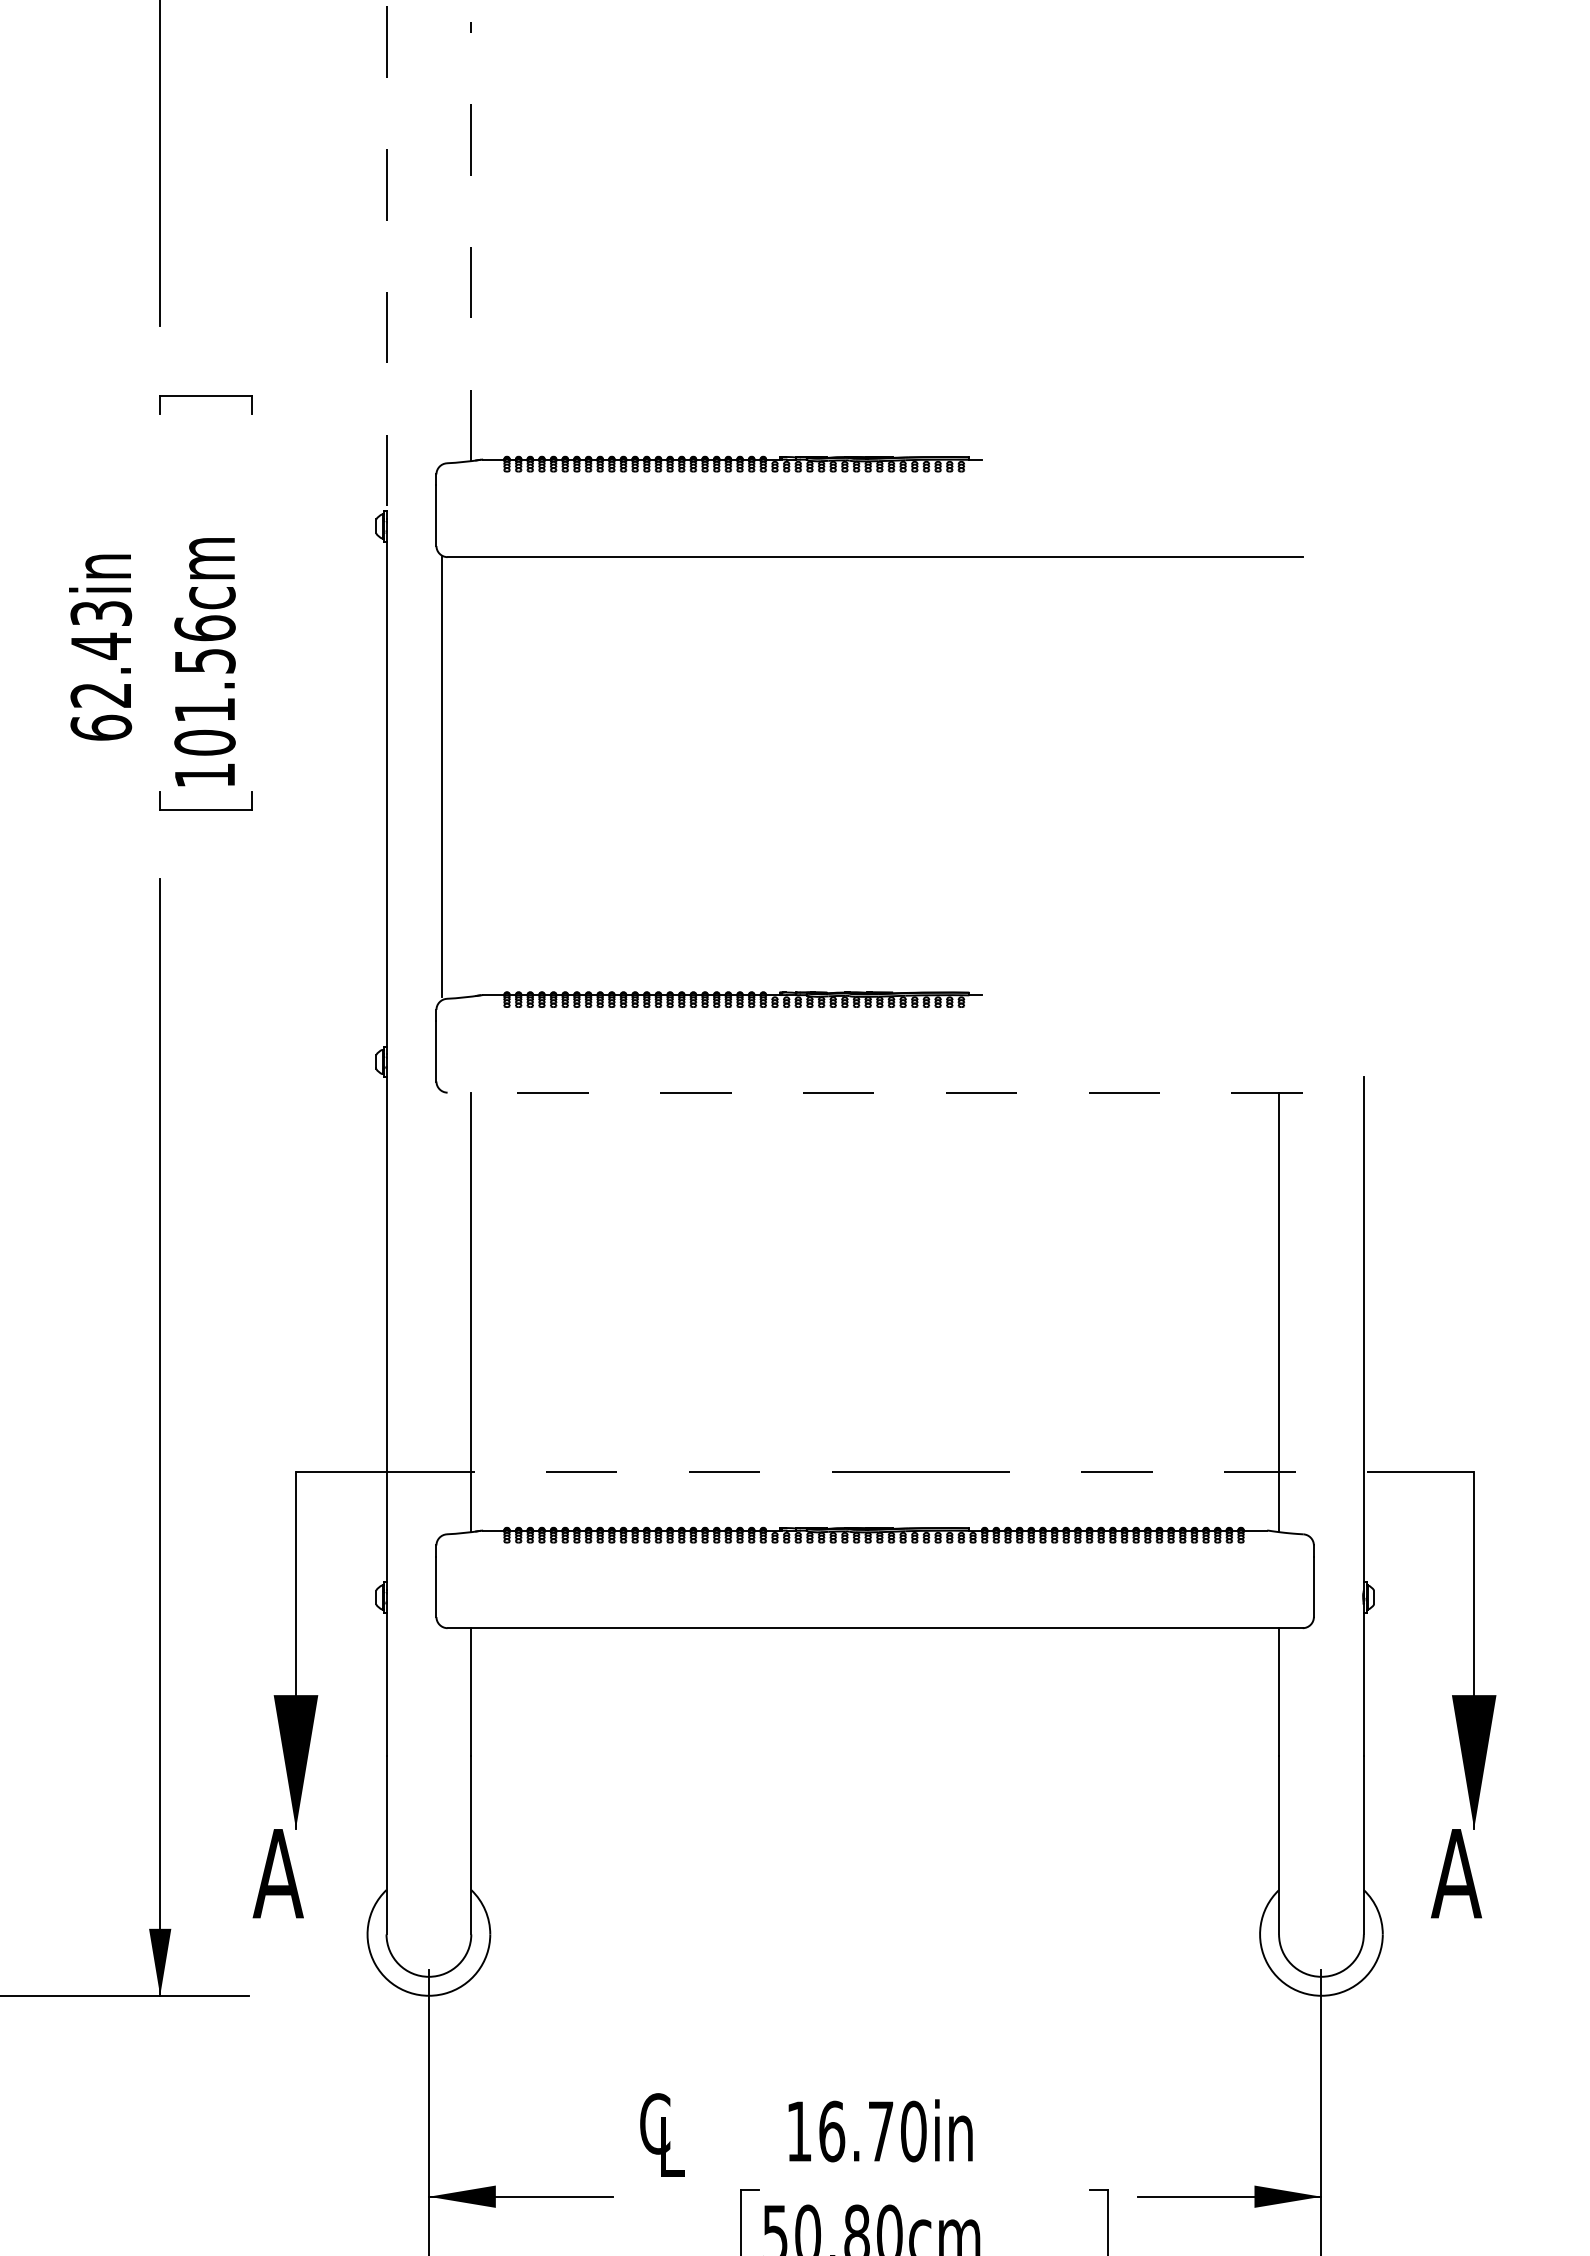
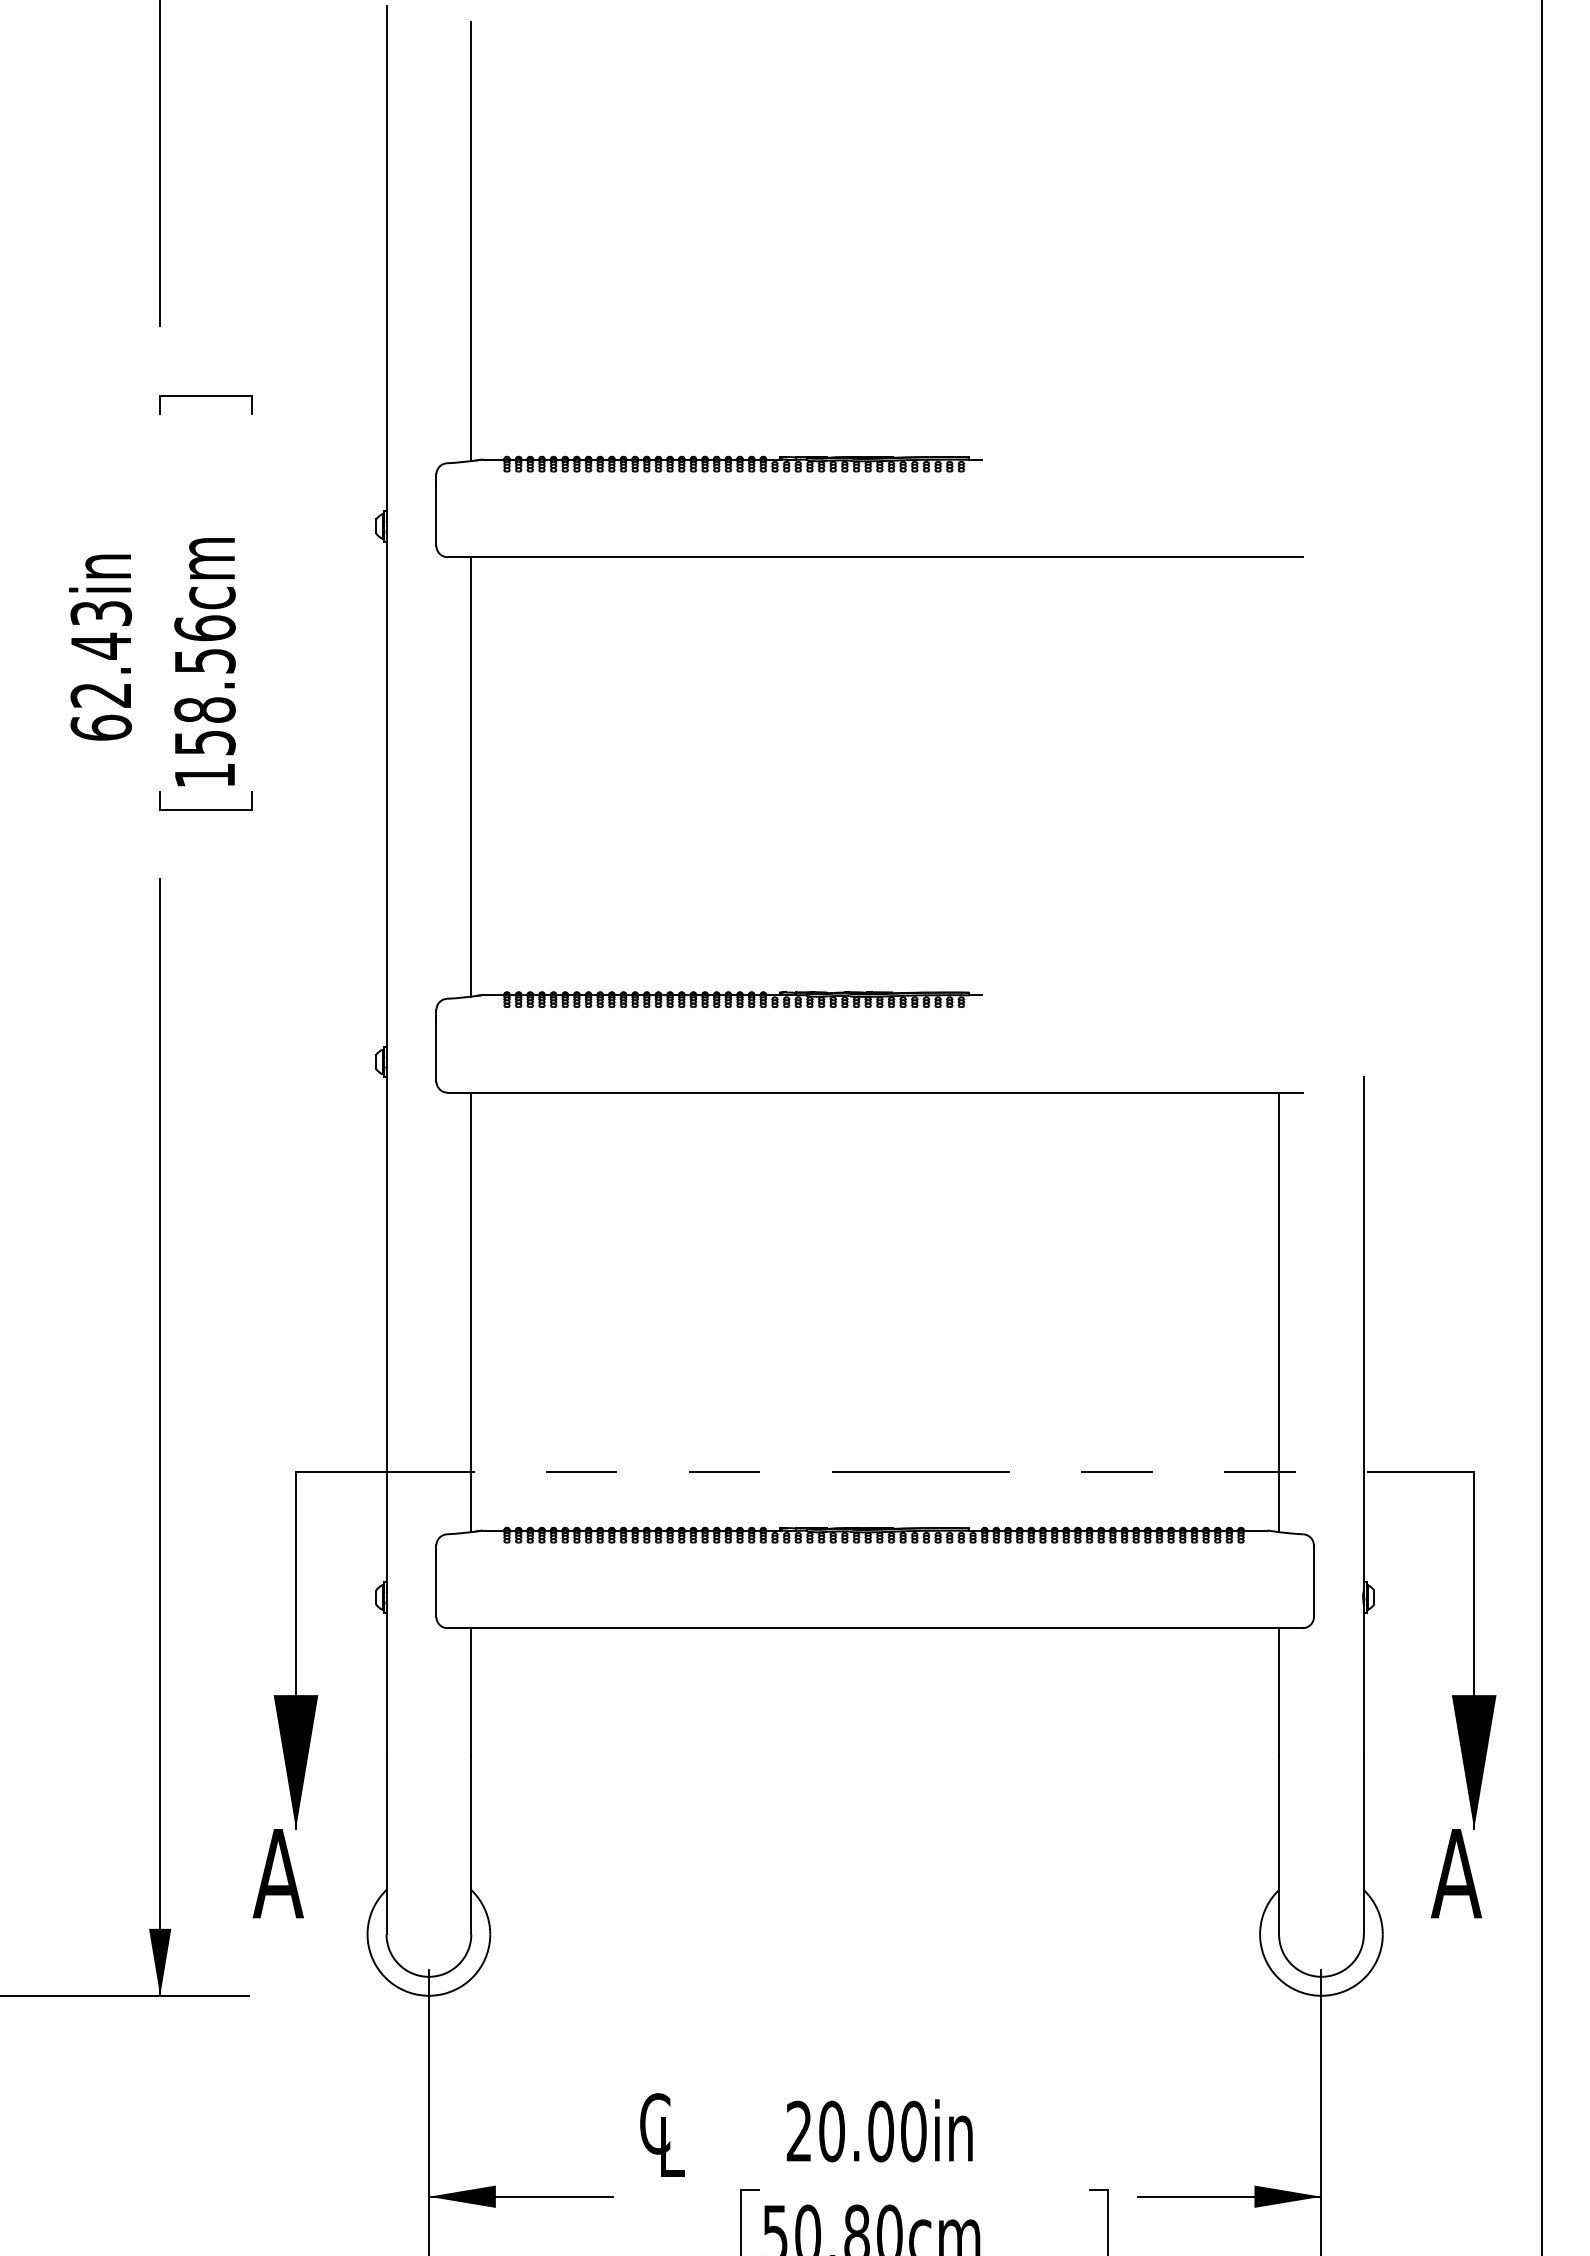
line at (471, 241): dashed -> solid
line at (386, 259): dashed -> solid
text at (204, 726): 101.56cm -> 158.56cm
line at (442, 776) position: (442, 776) -> (471, 776)
line at (875, 1092): dashed -> solid
line at (1542, 1127): none -> present
text at (840, 2131): 16.70in -> 20.00in
